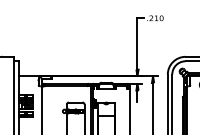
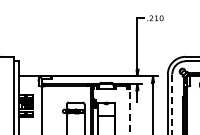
line at (172, 104): solid -> dashed
line at (130, 110): solid -> dashed
